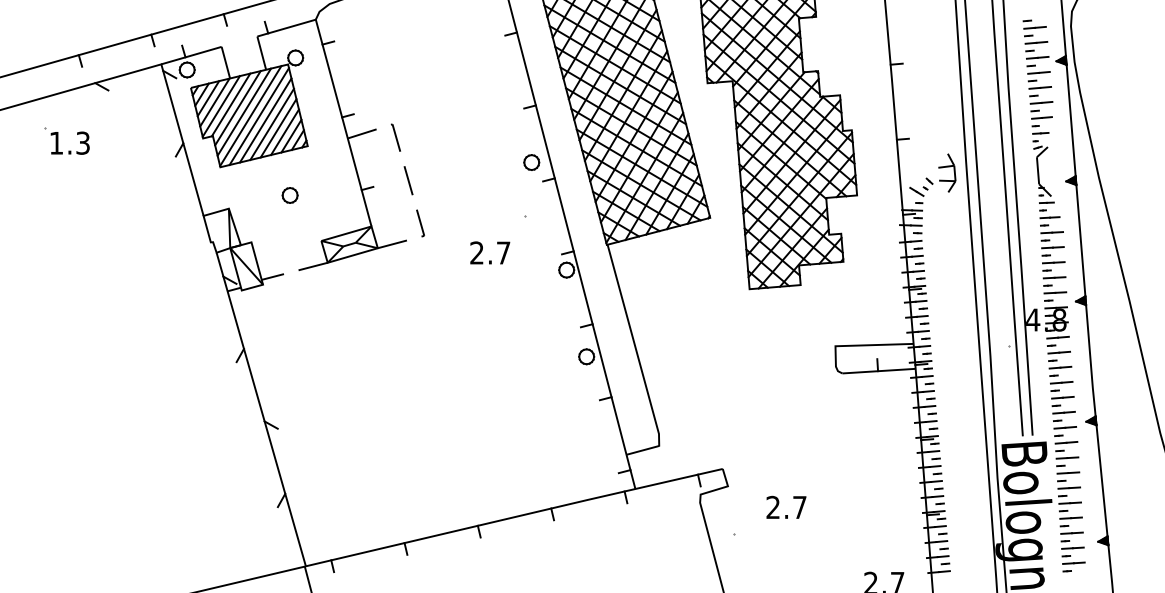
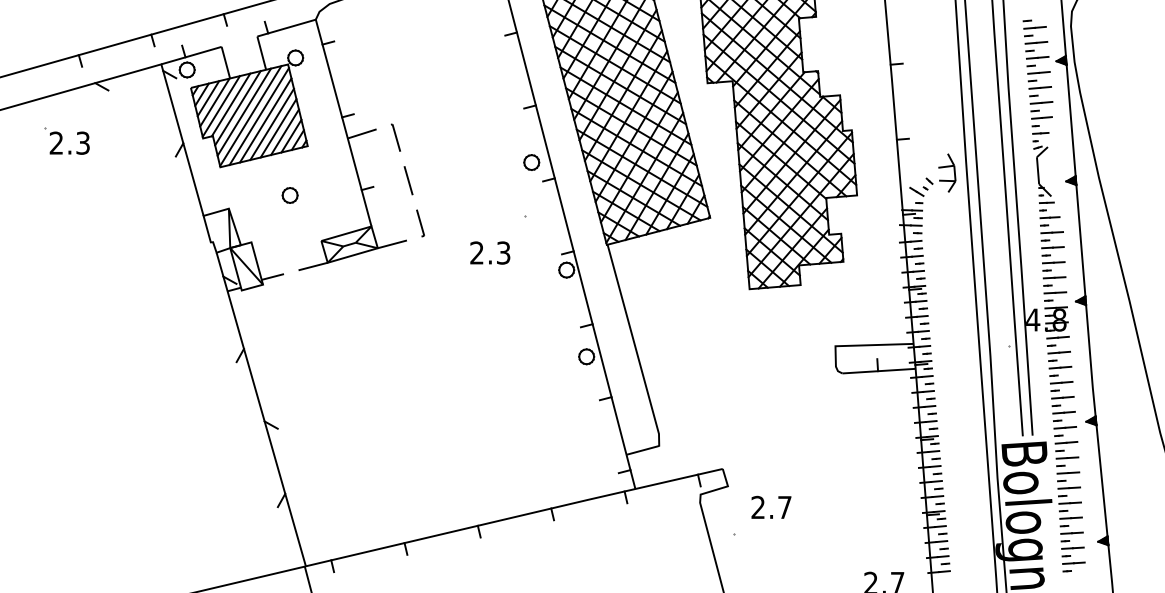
text at (55, 142): 1.3 -> 2.3
text at (503, 252): 2.7 -> 2.3
text at (786, 506) position: (786, 506) -> (771, 506)
